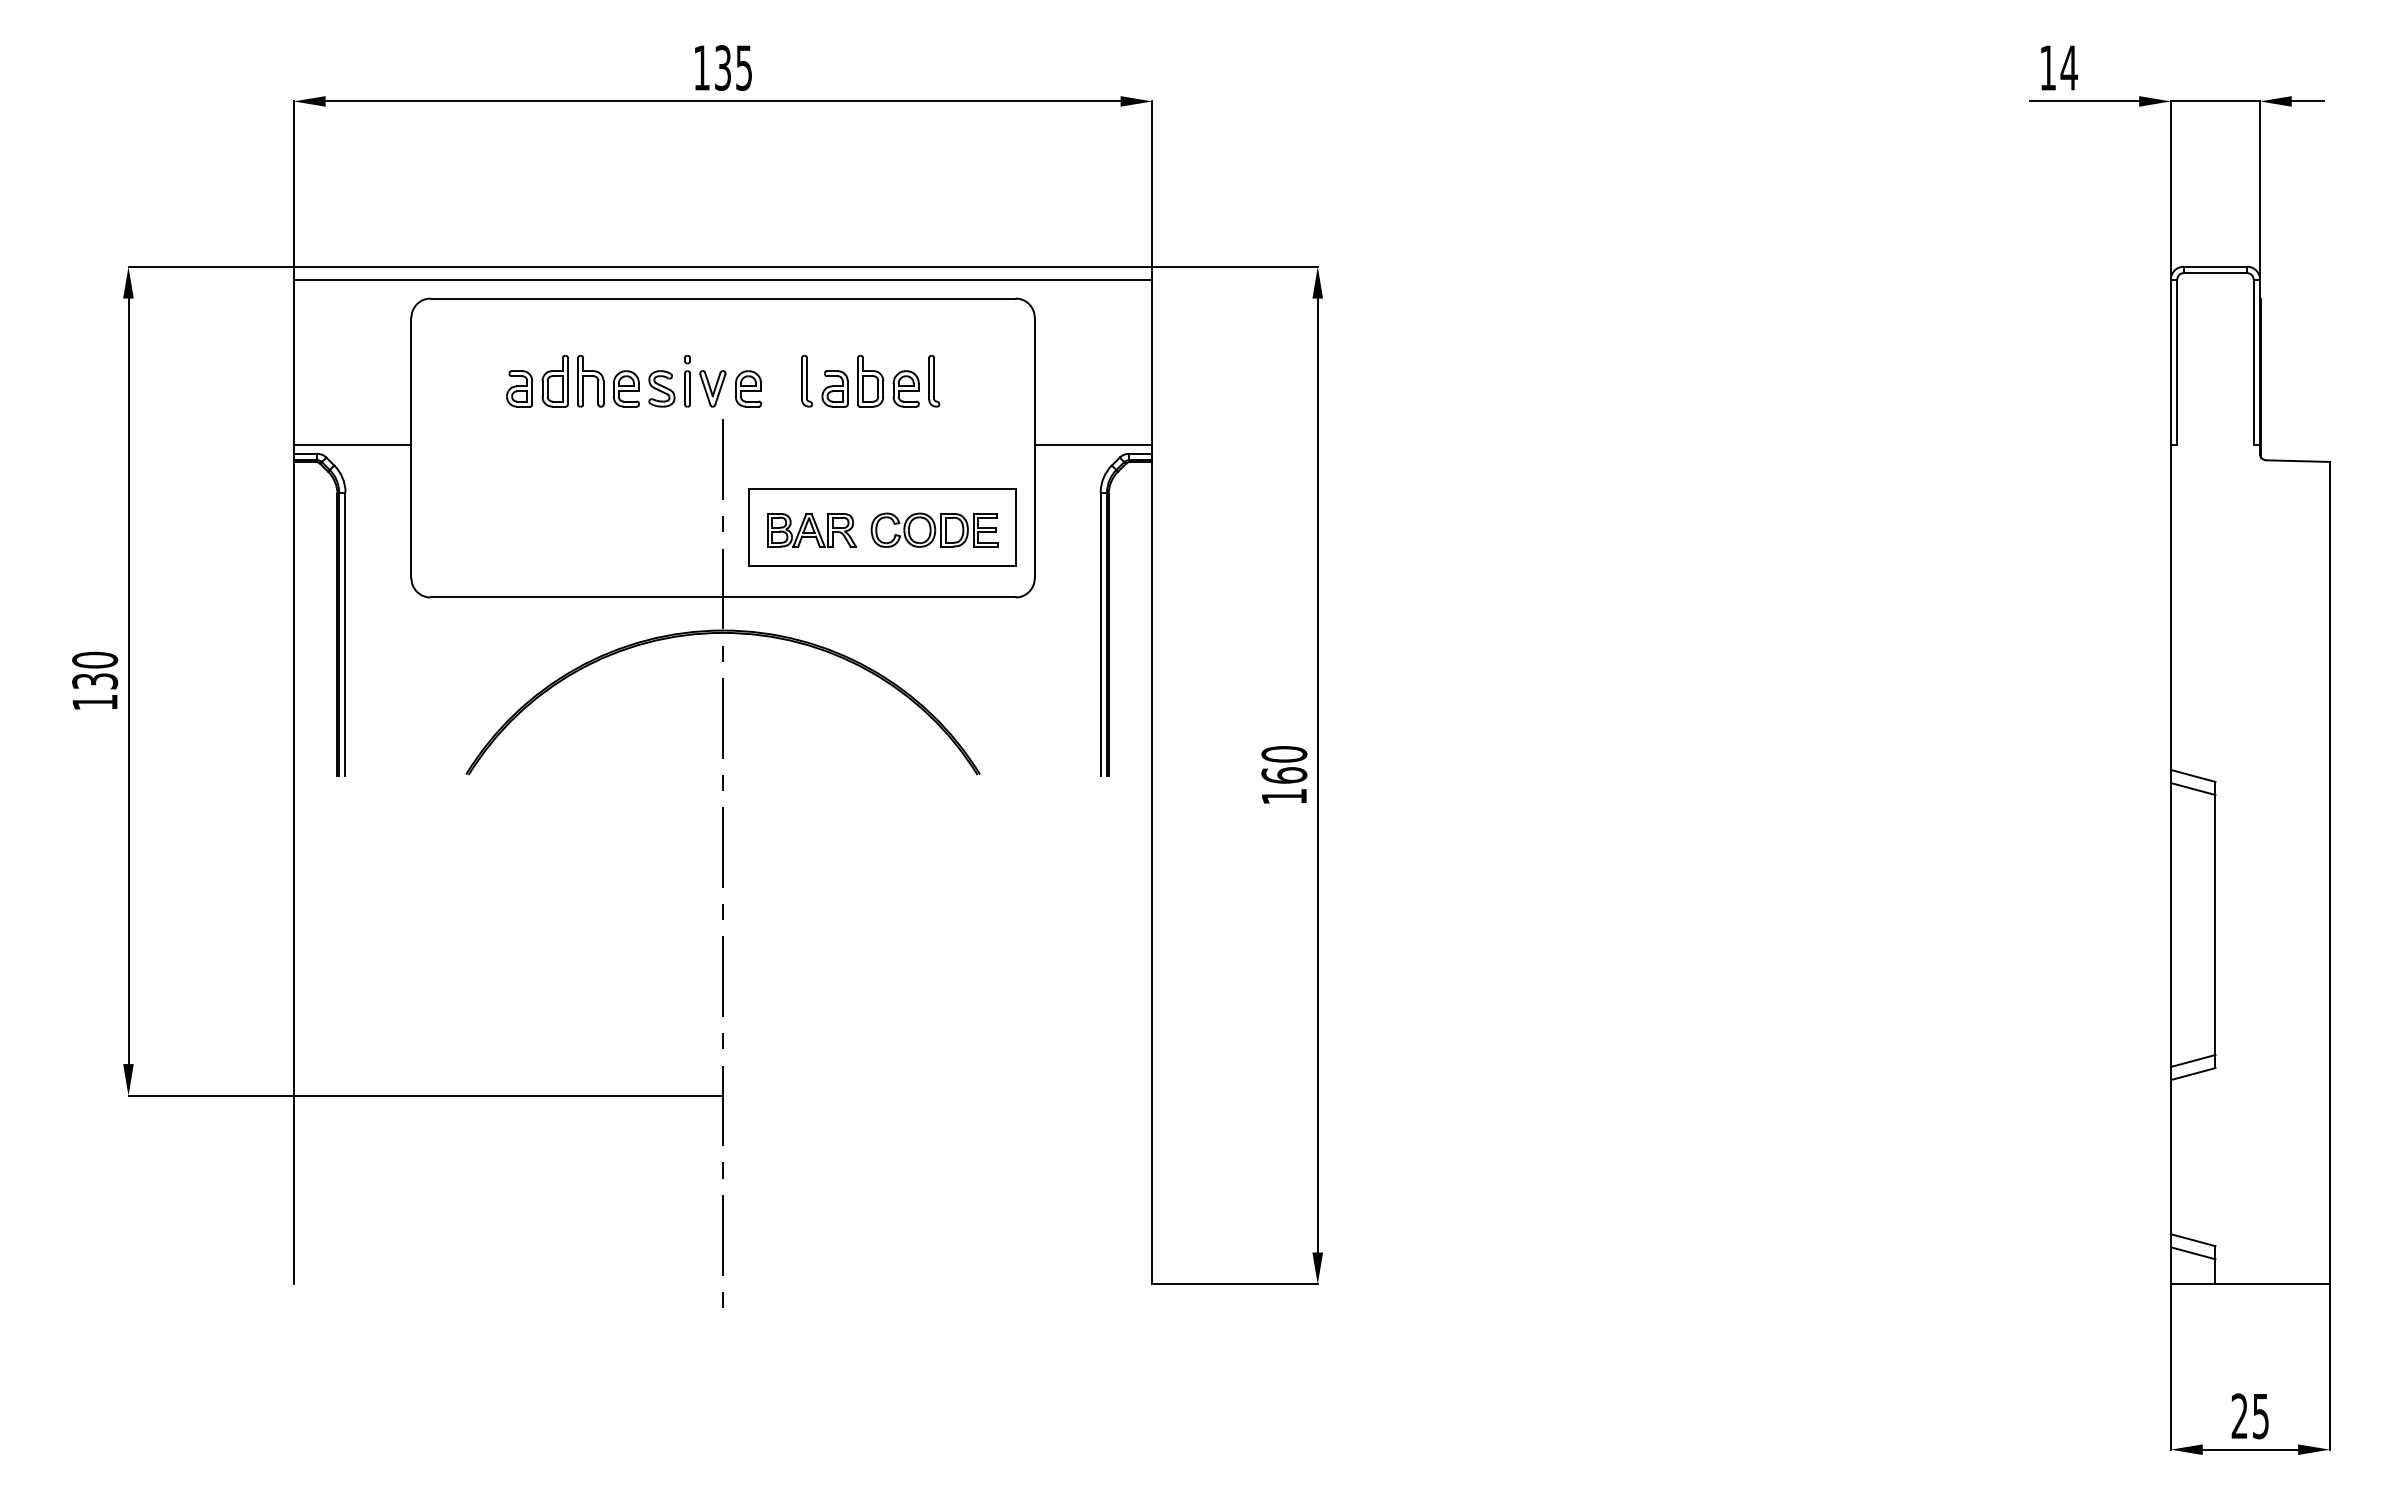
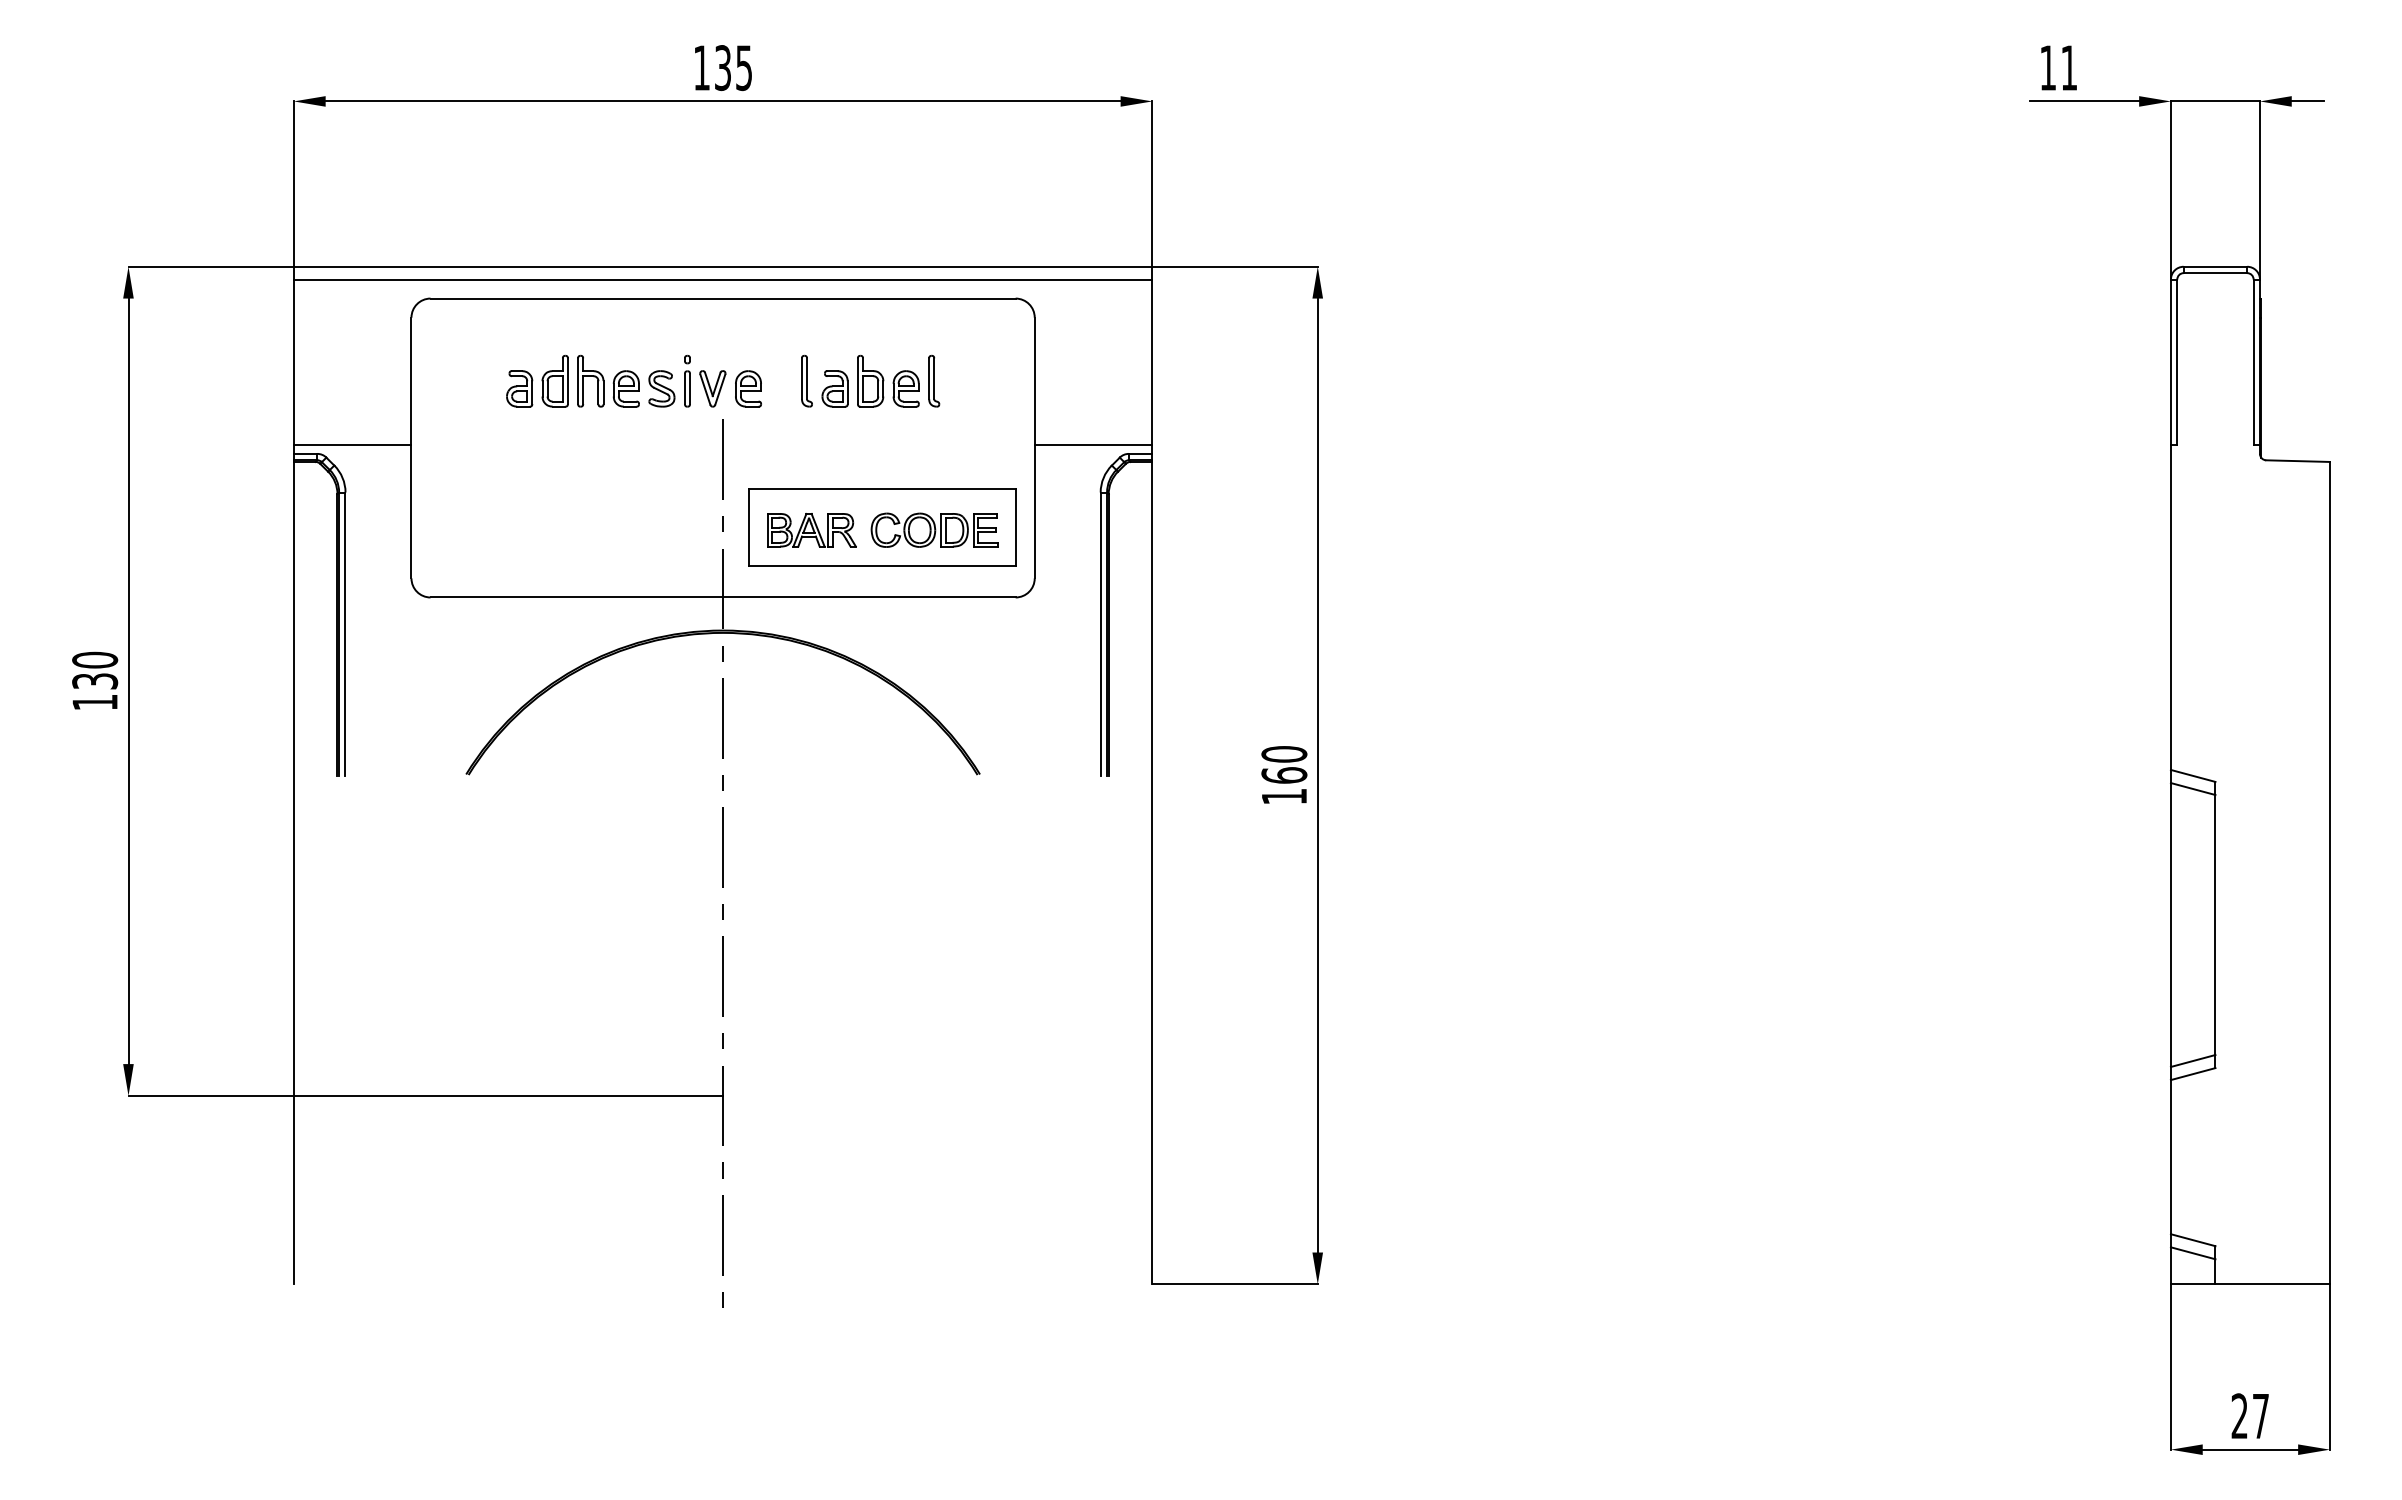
text at (2069, 67): 14 -> 11
text at (2260, 1416): 25 -> 27
